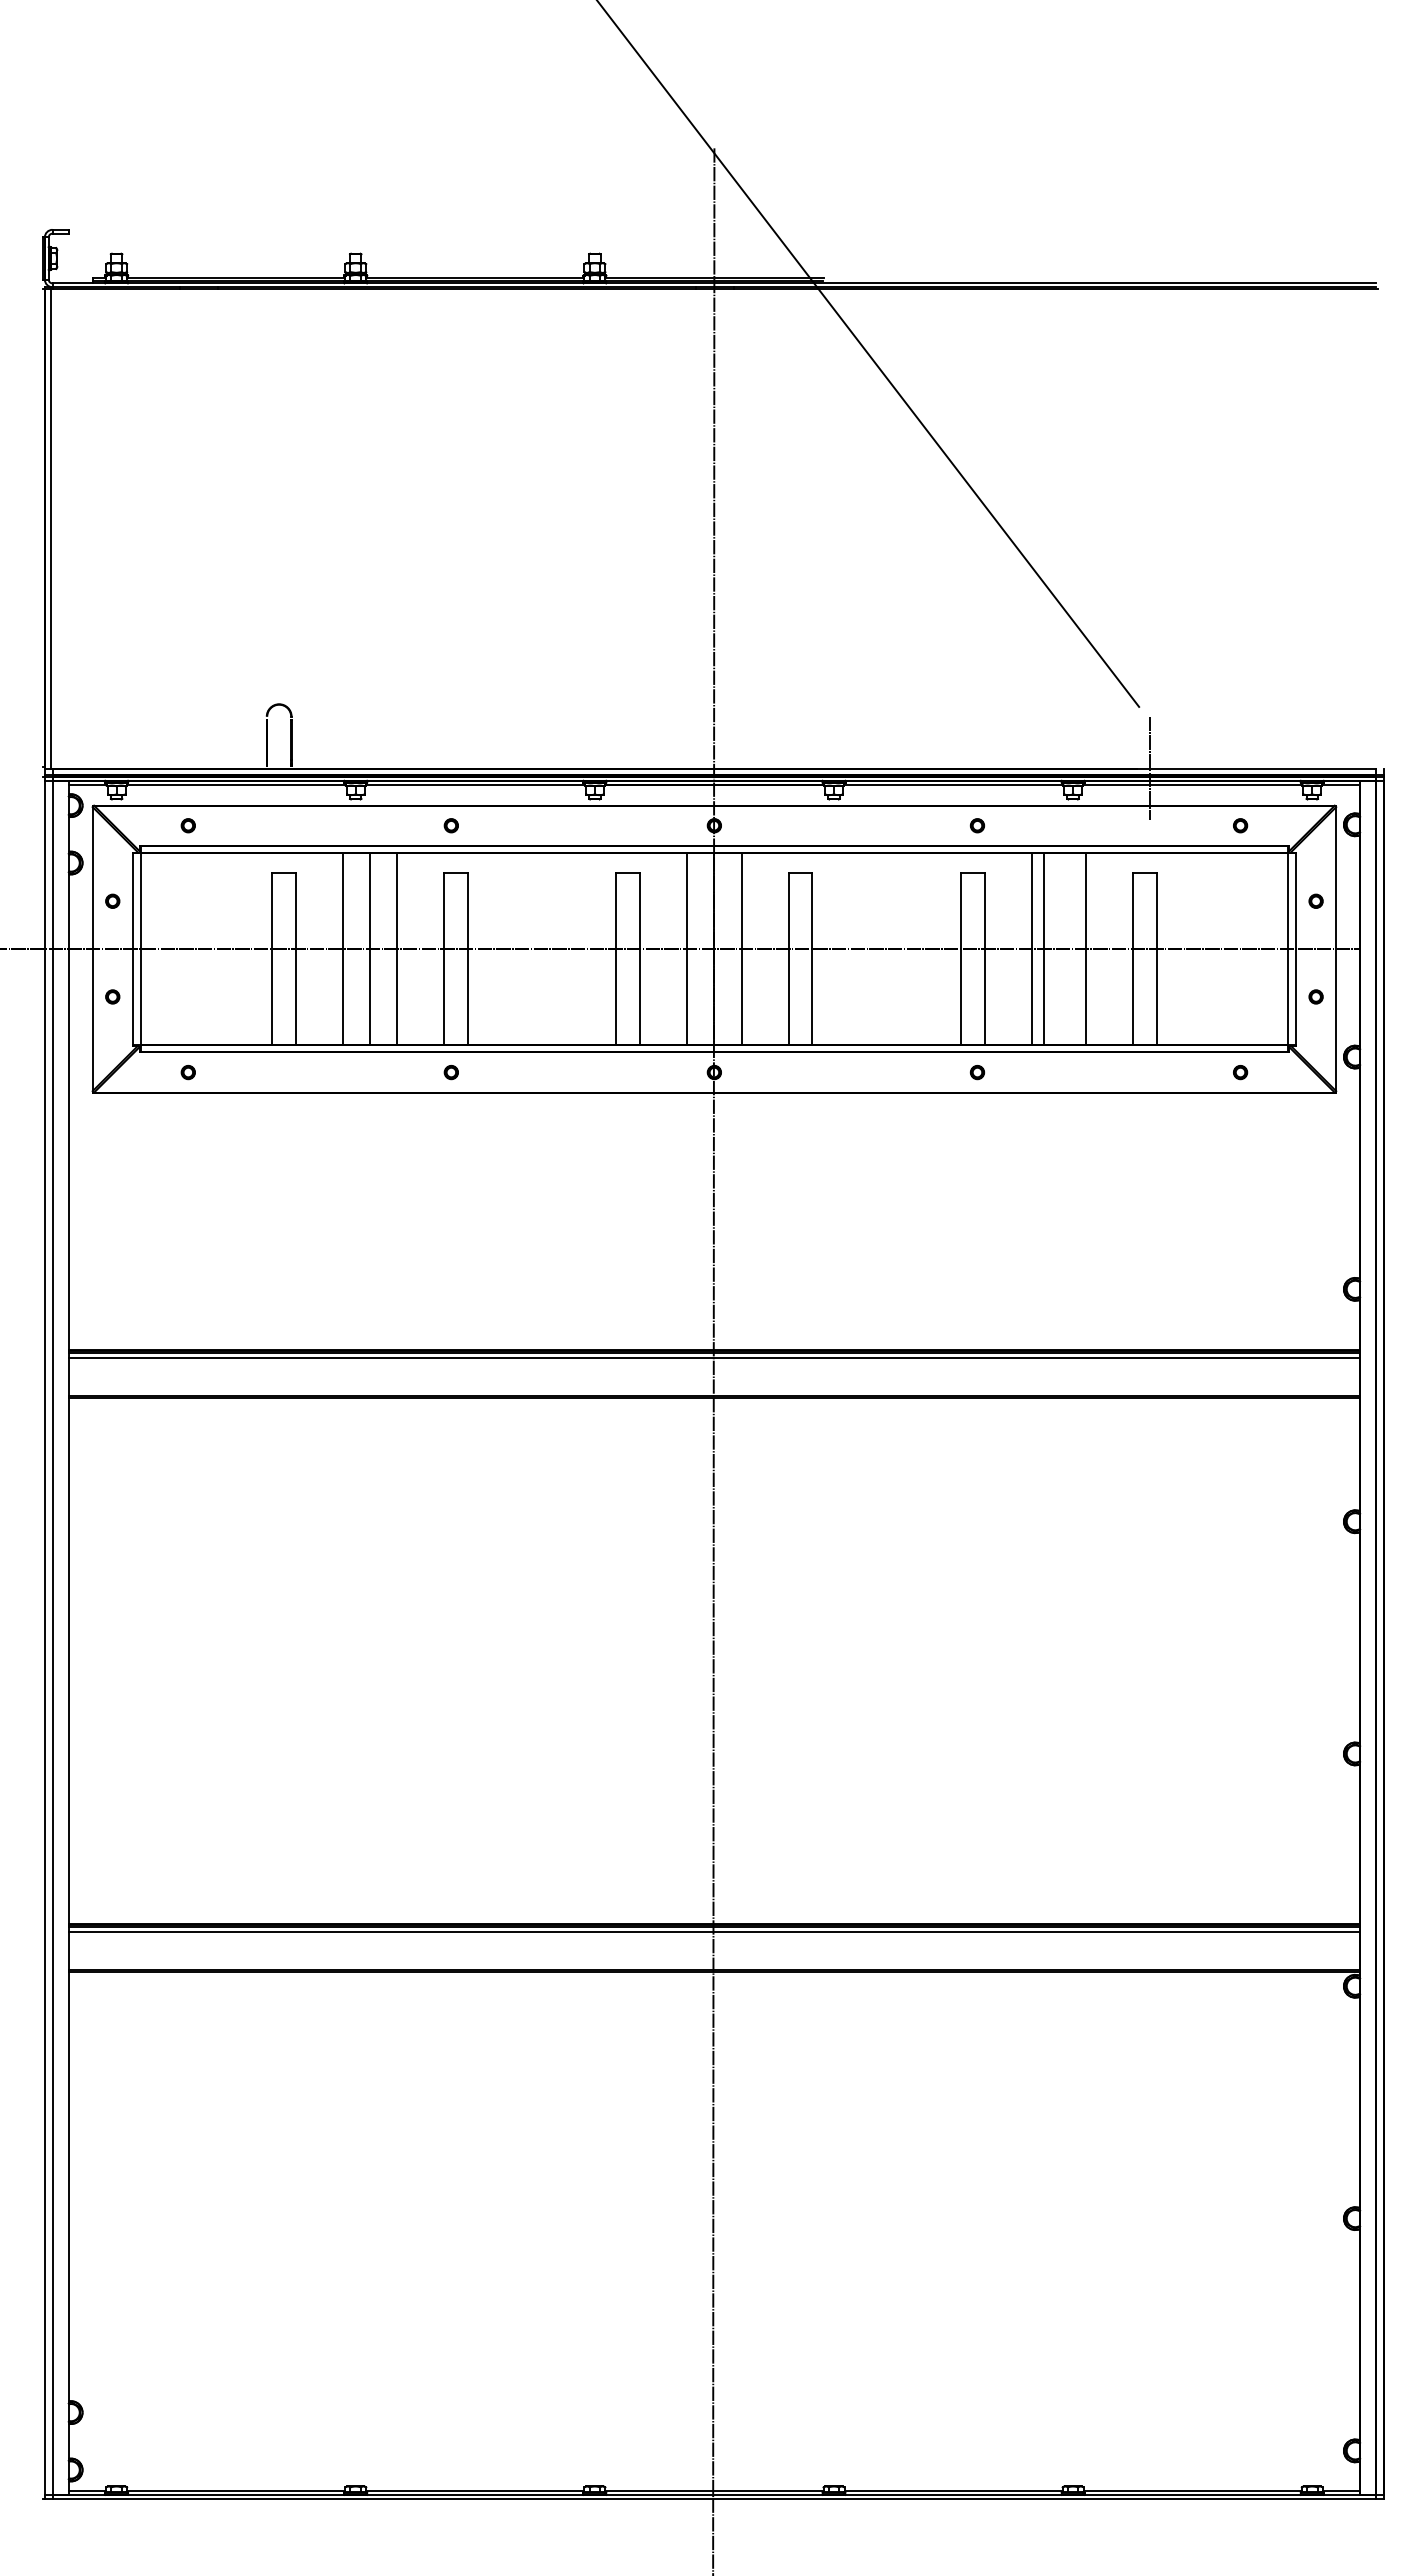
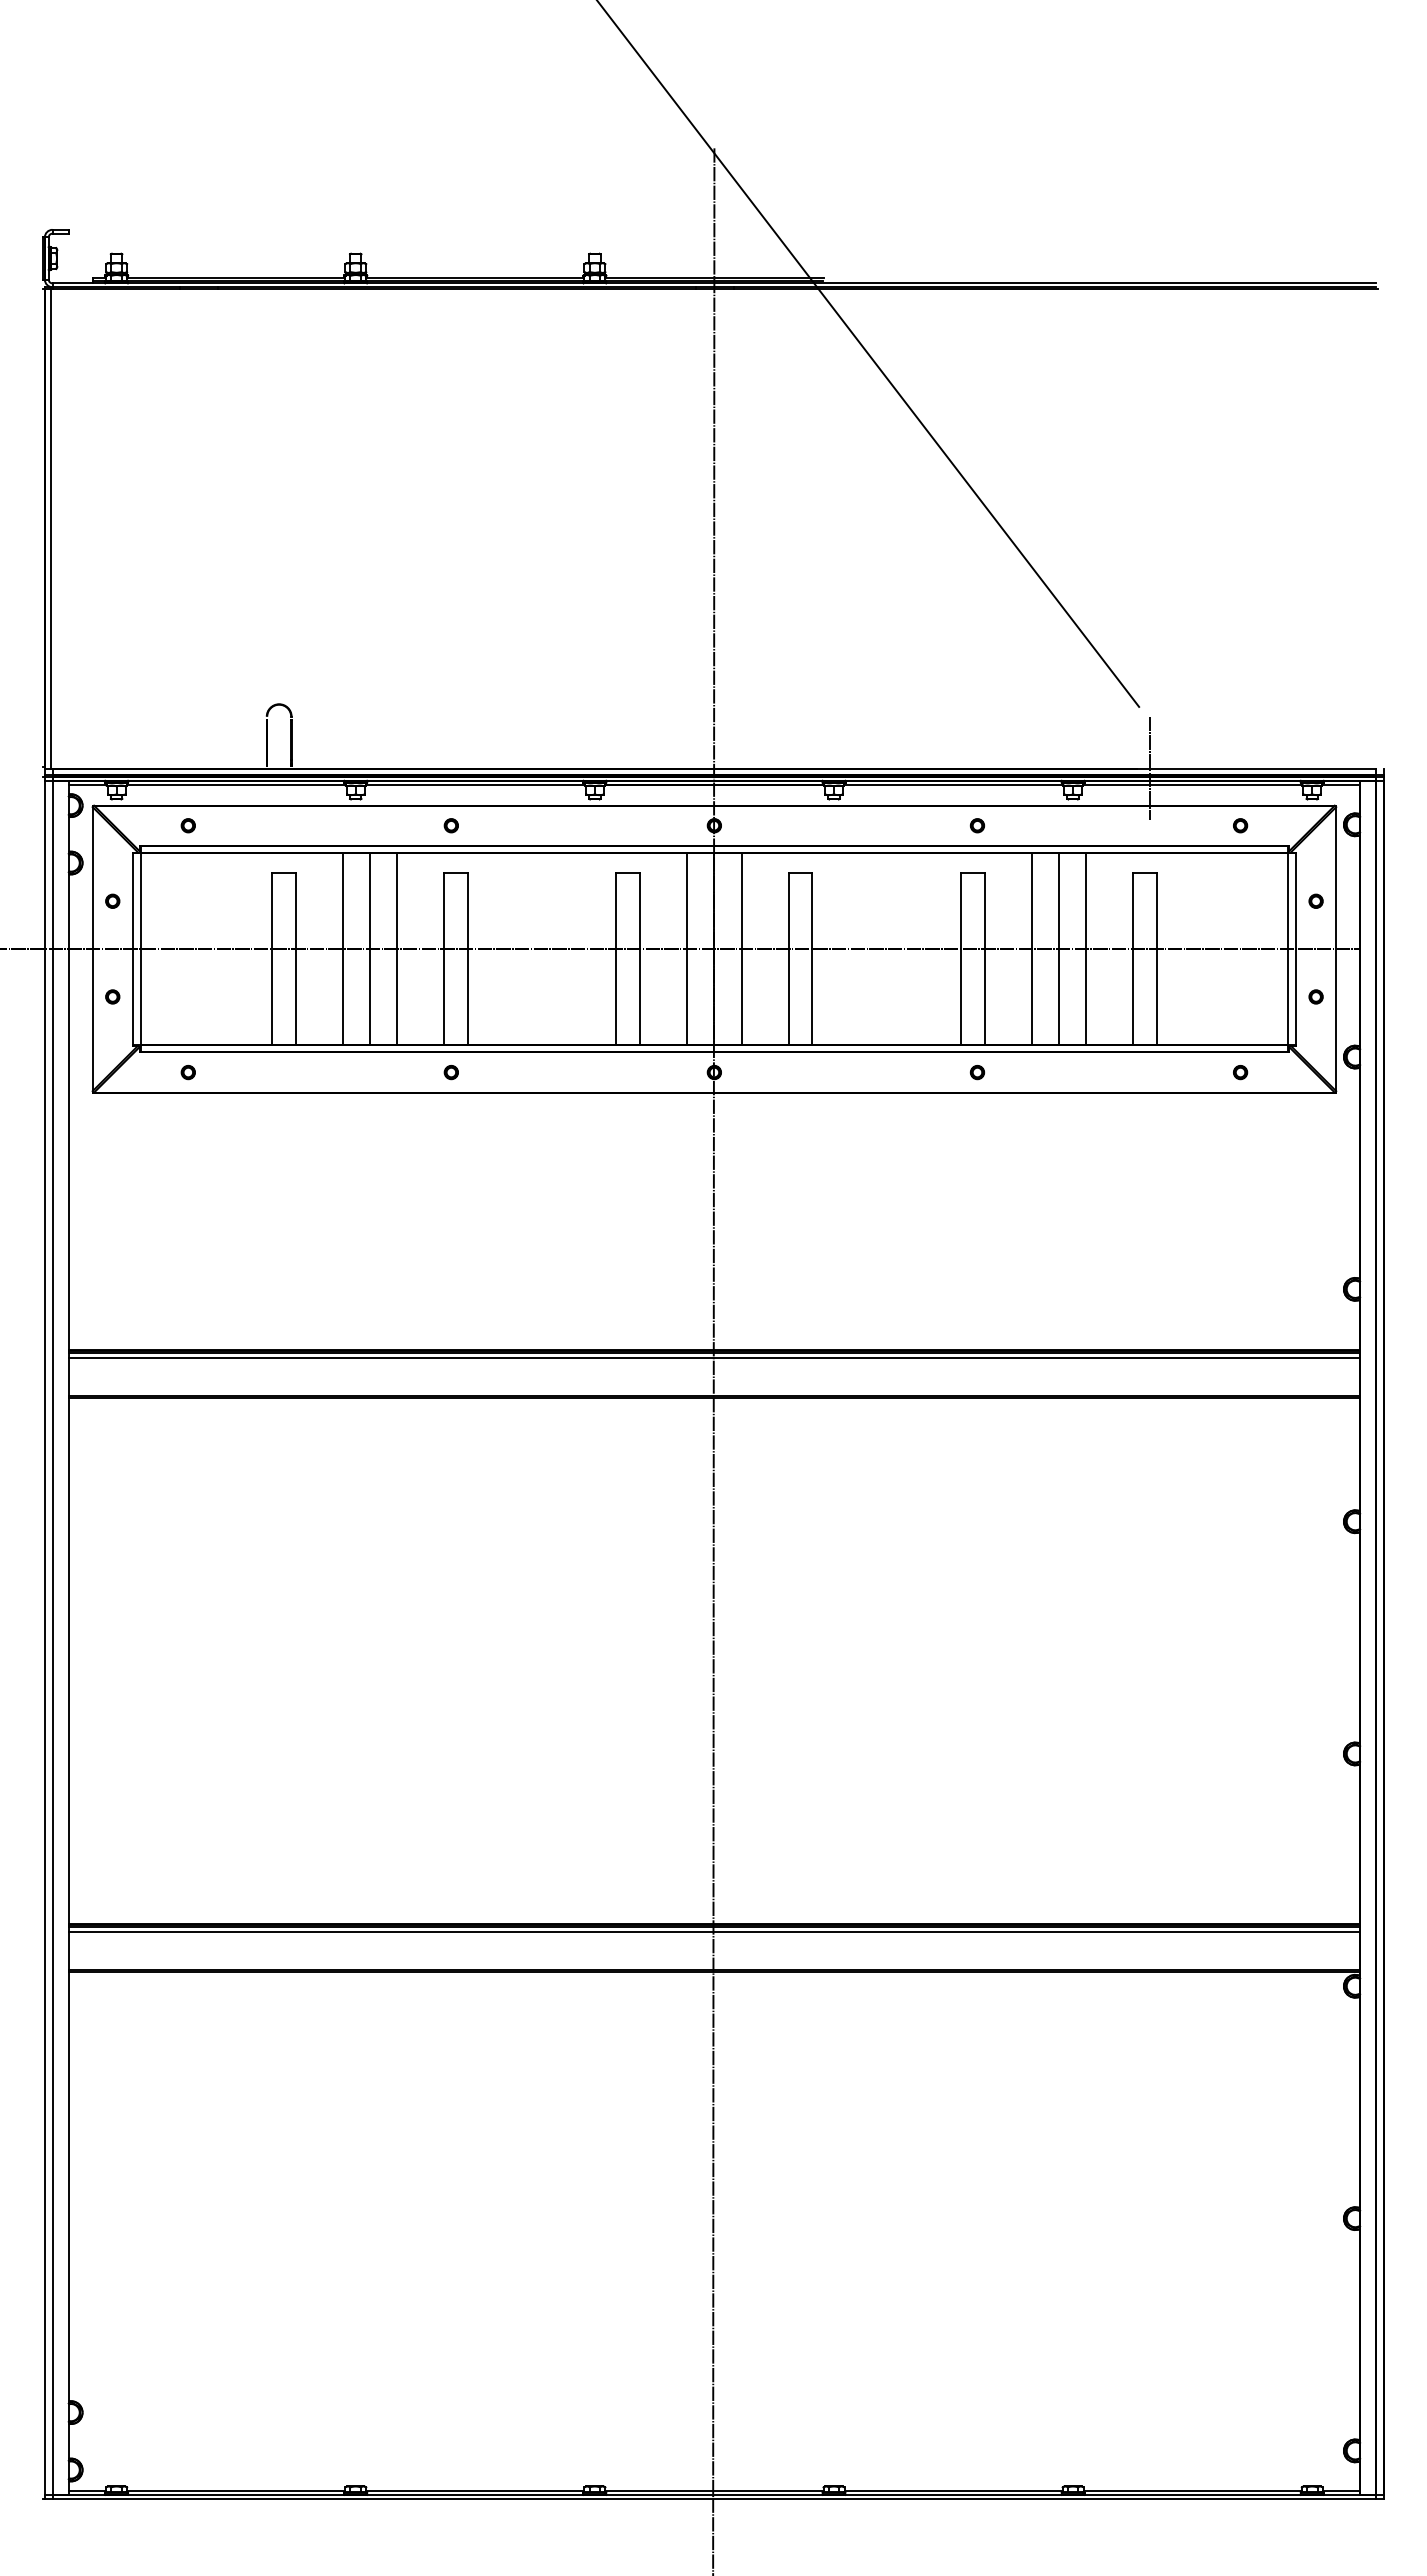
line at (1043, 948) position: (1043, 948) -> (1058, 948)
